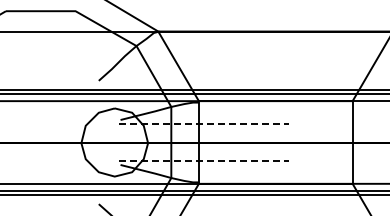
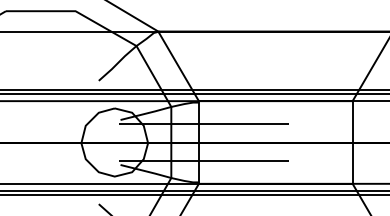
line at (203, 124): dashed -> solid
line at (203, 160): dashed -> solid
